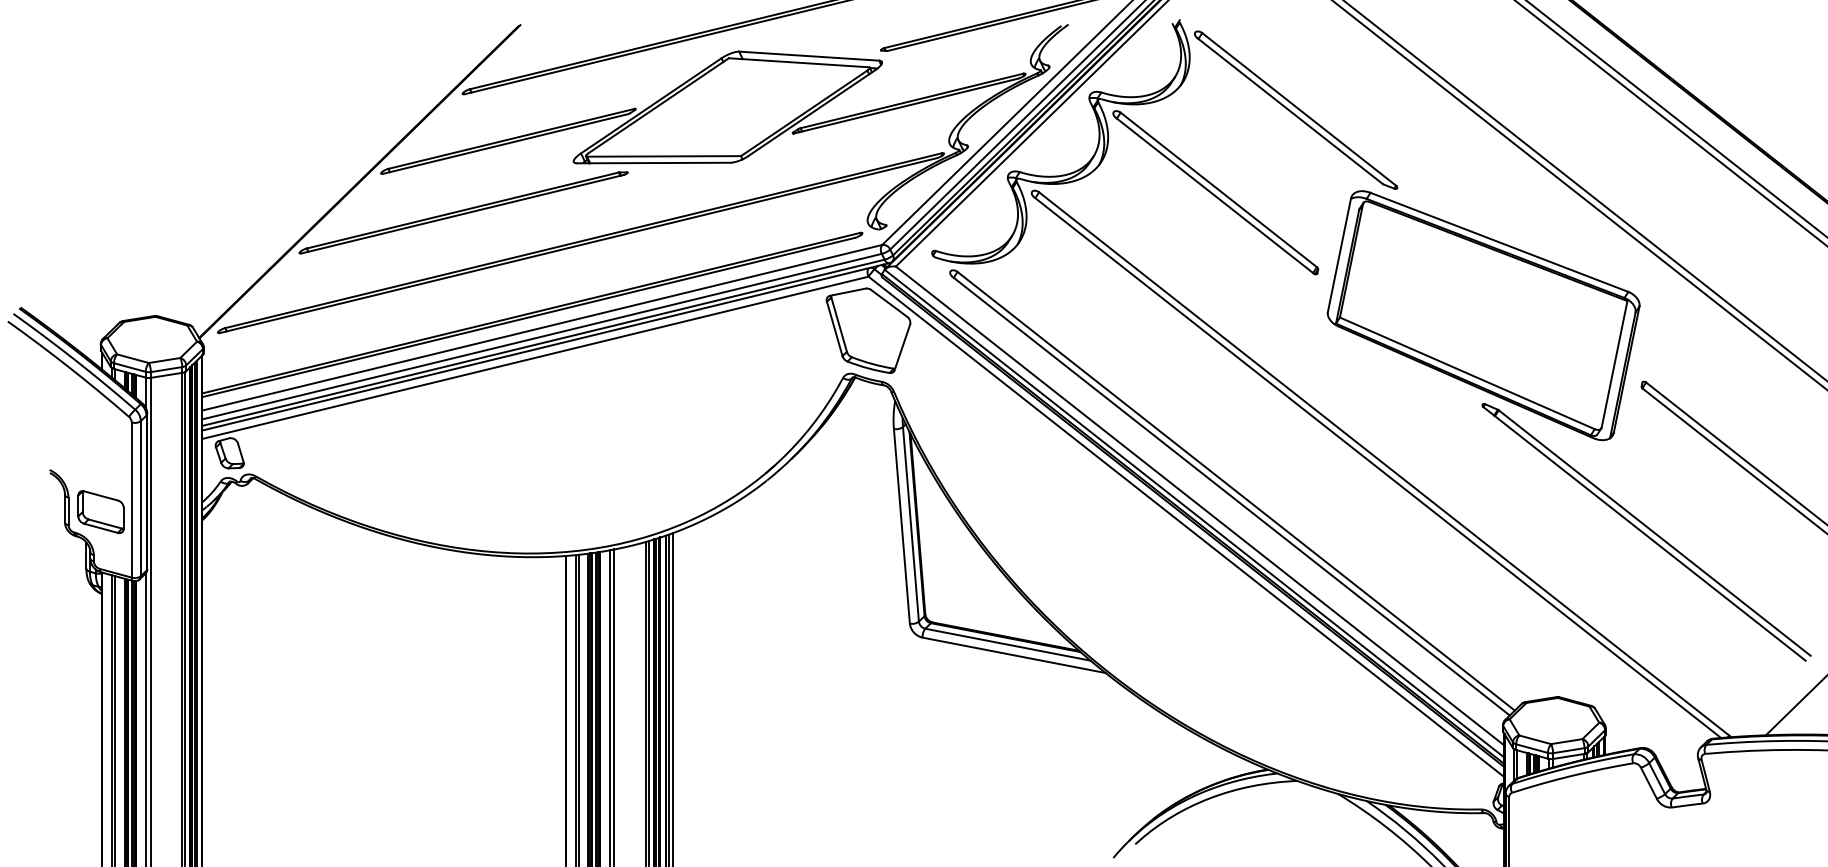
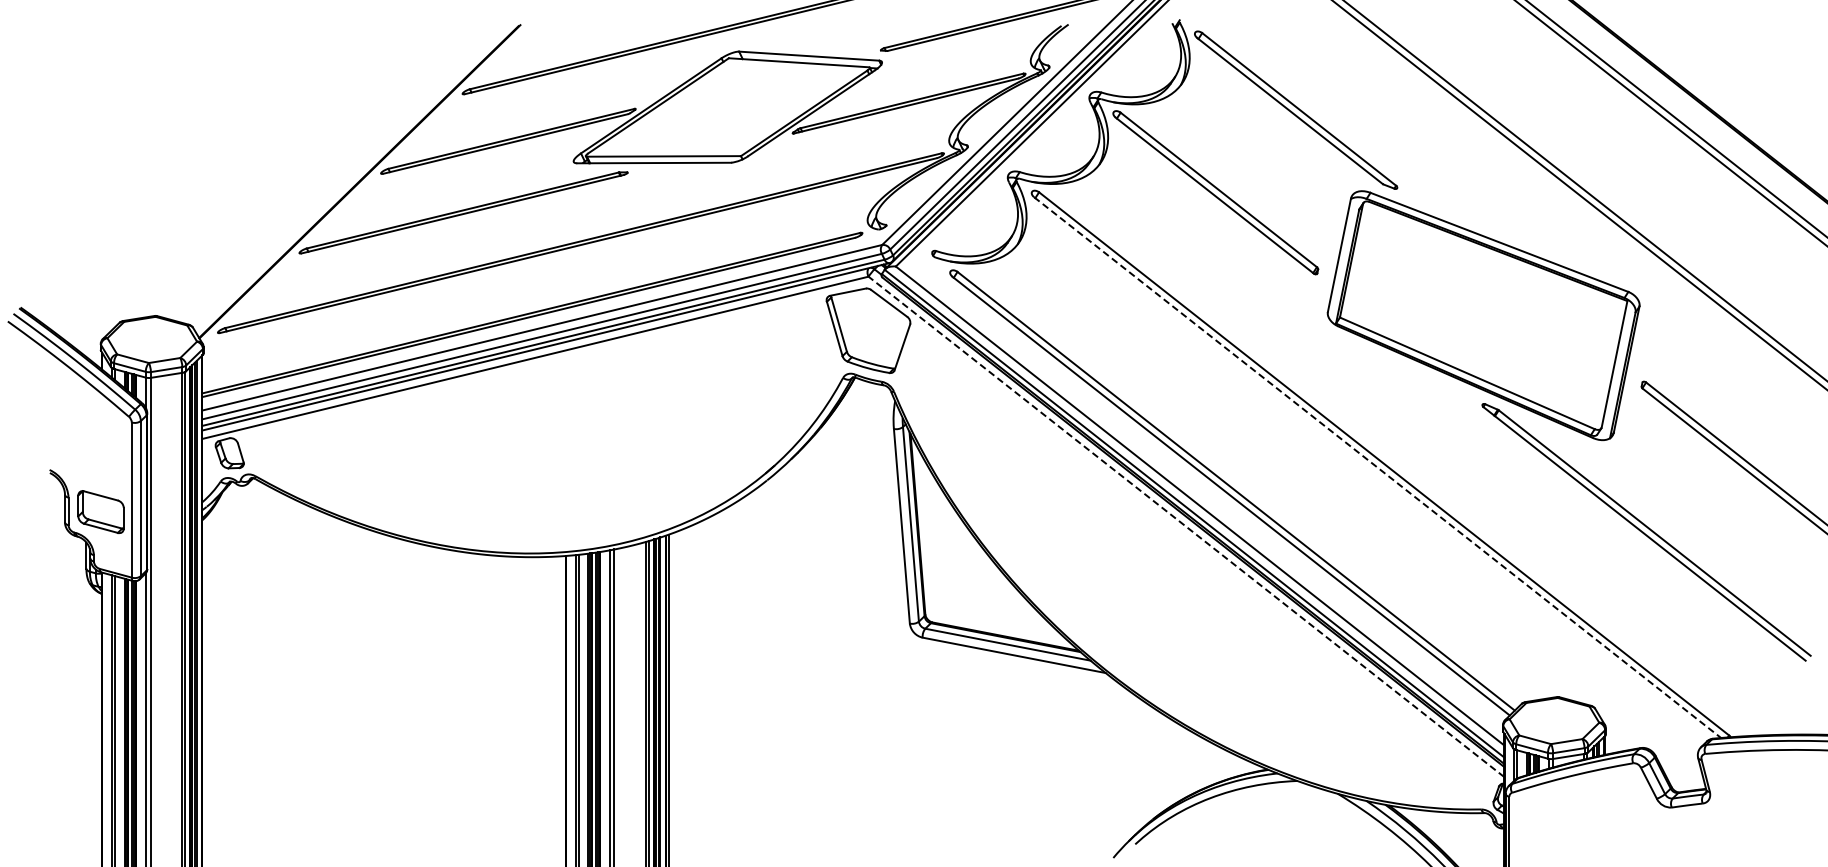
line at (1378, 467): solid -> dashed
line at (1186, 526): solid -> dashed
line at (672, 698): present -> none
line at (1794, 706): present -> none
